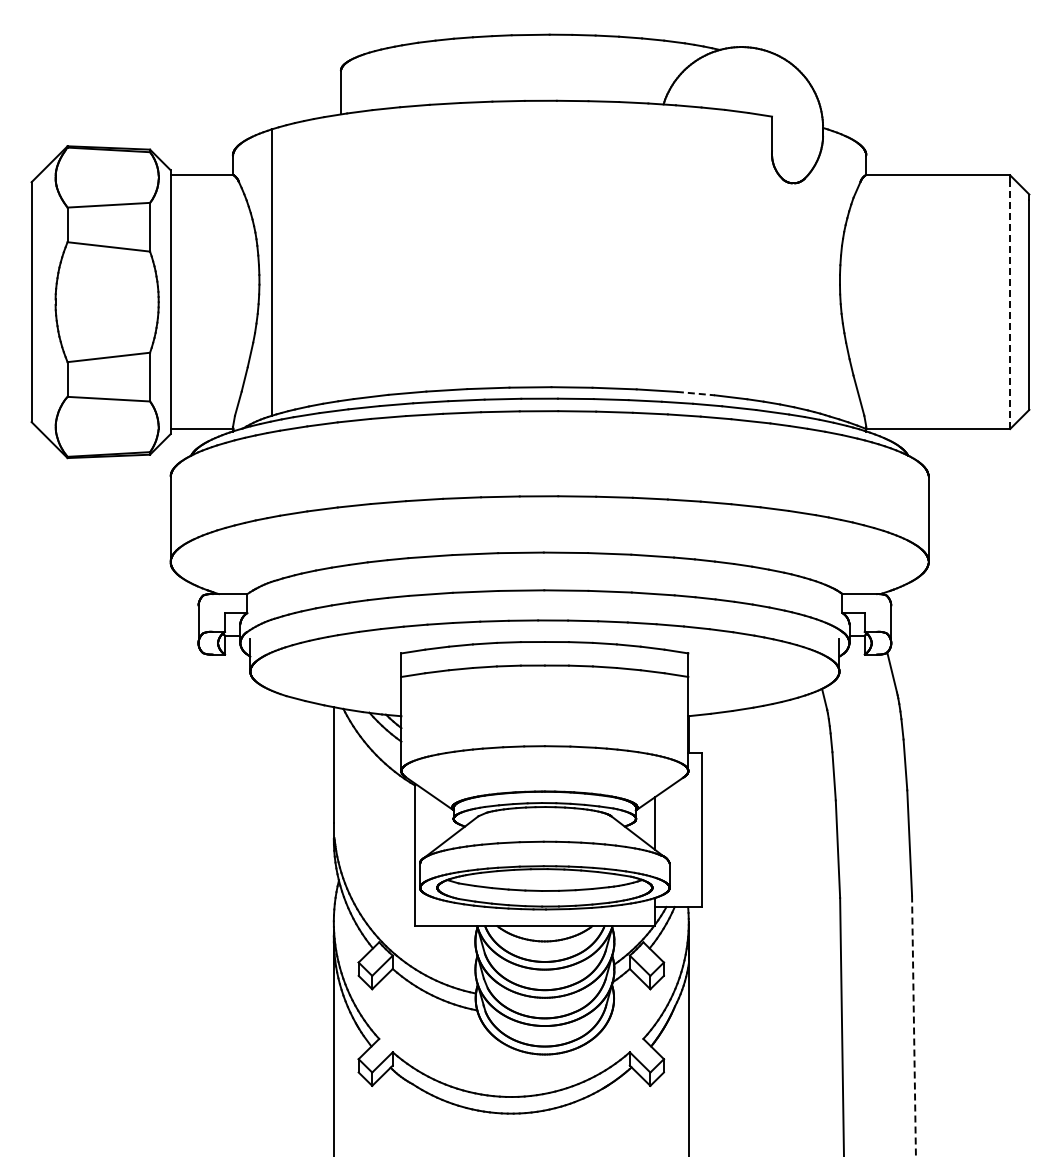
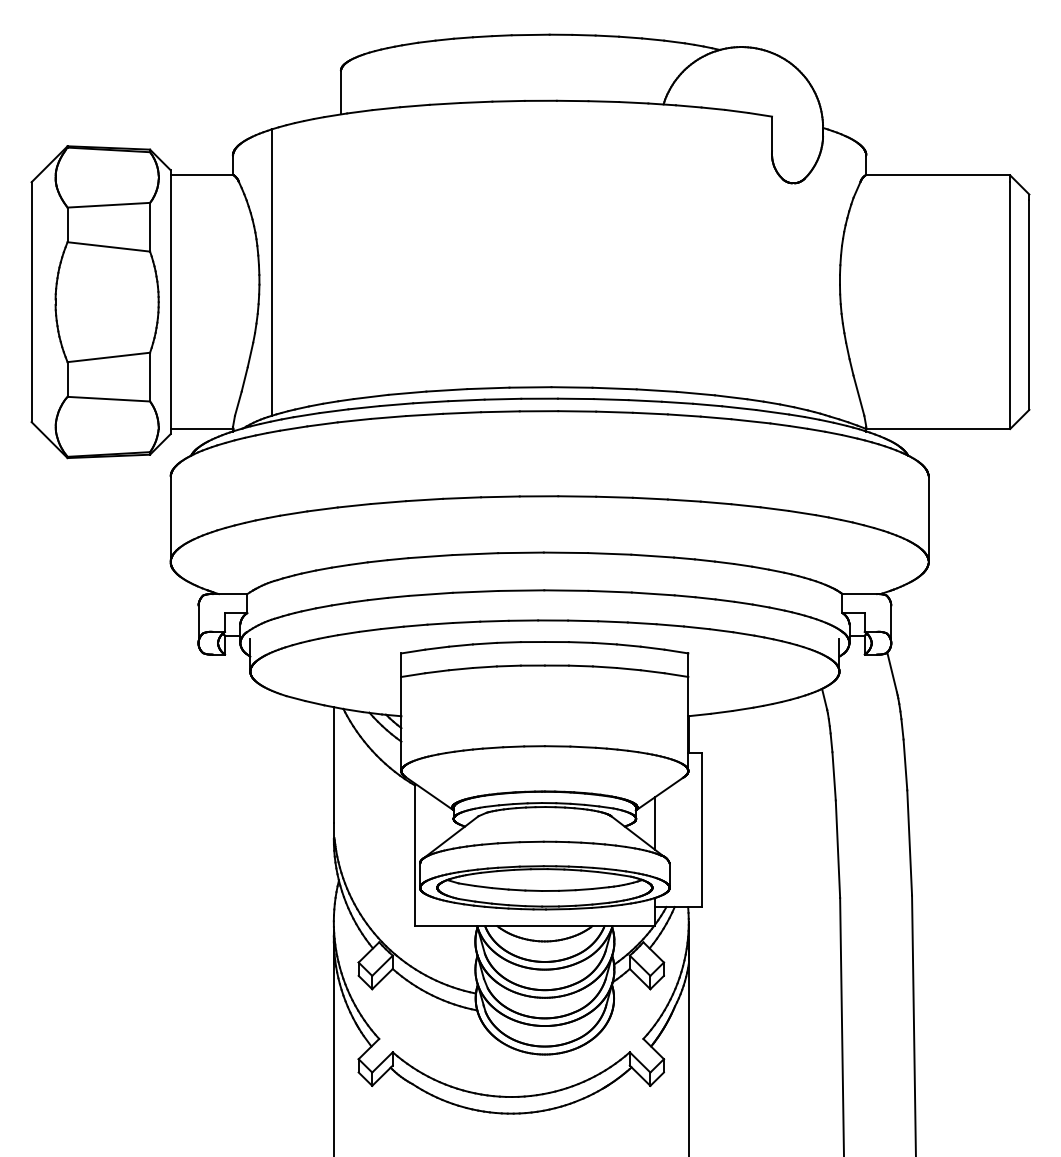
line at (1010, 305): dashed -> solid
line at (696, 393): dashed -> solid
line at (914, 1026): dashed -> solid
